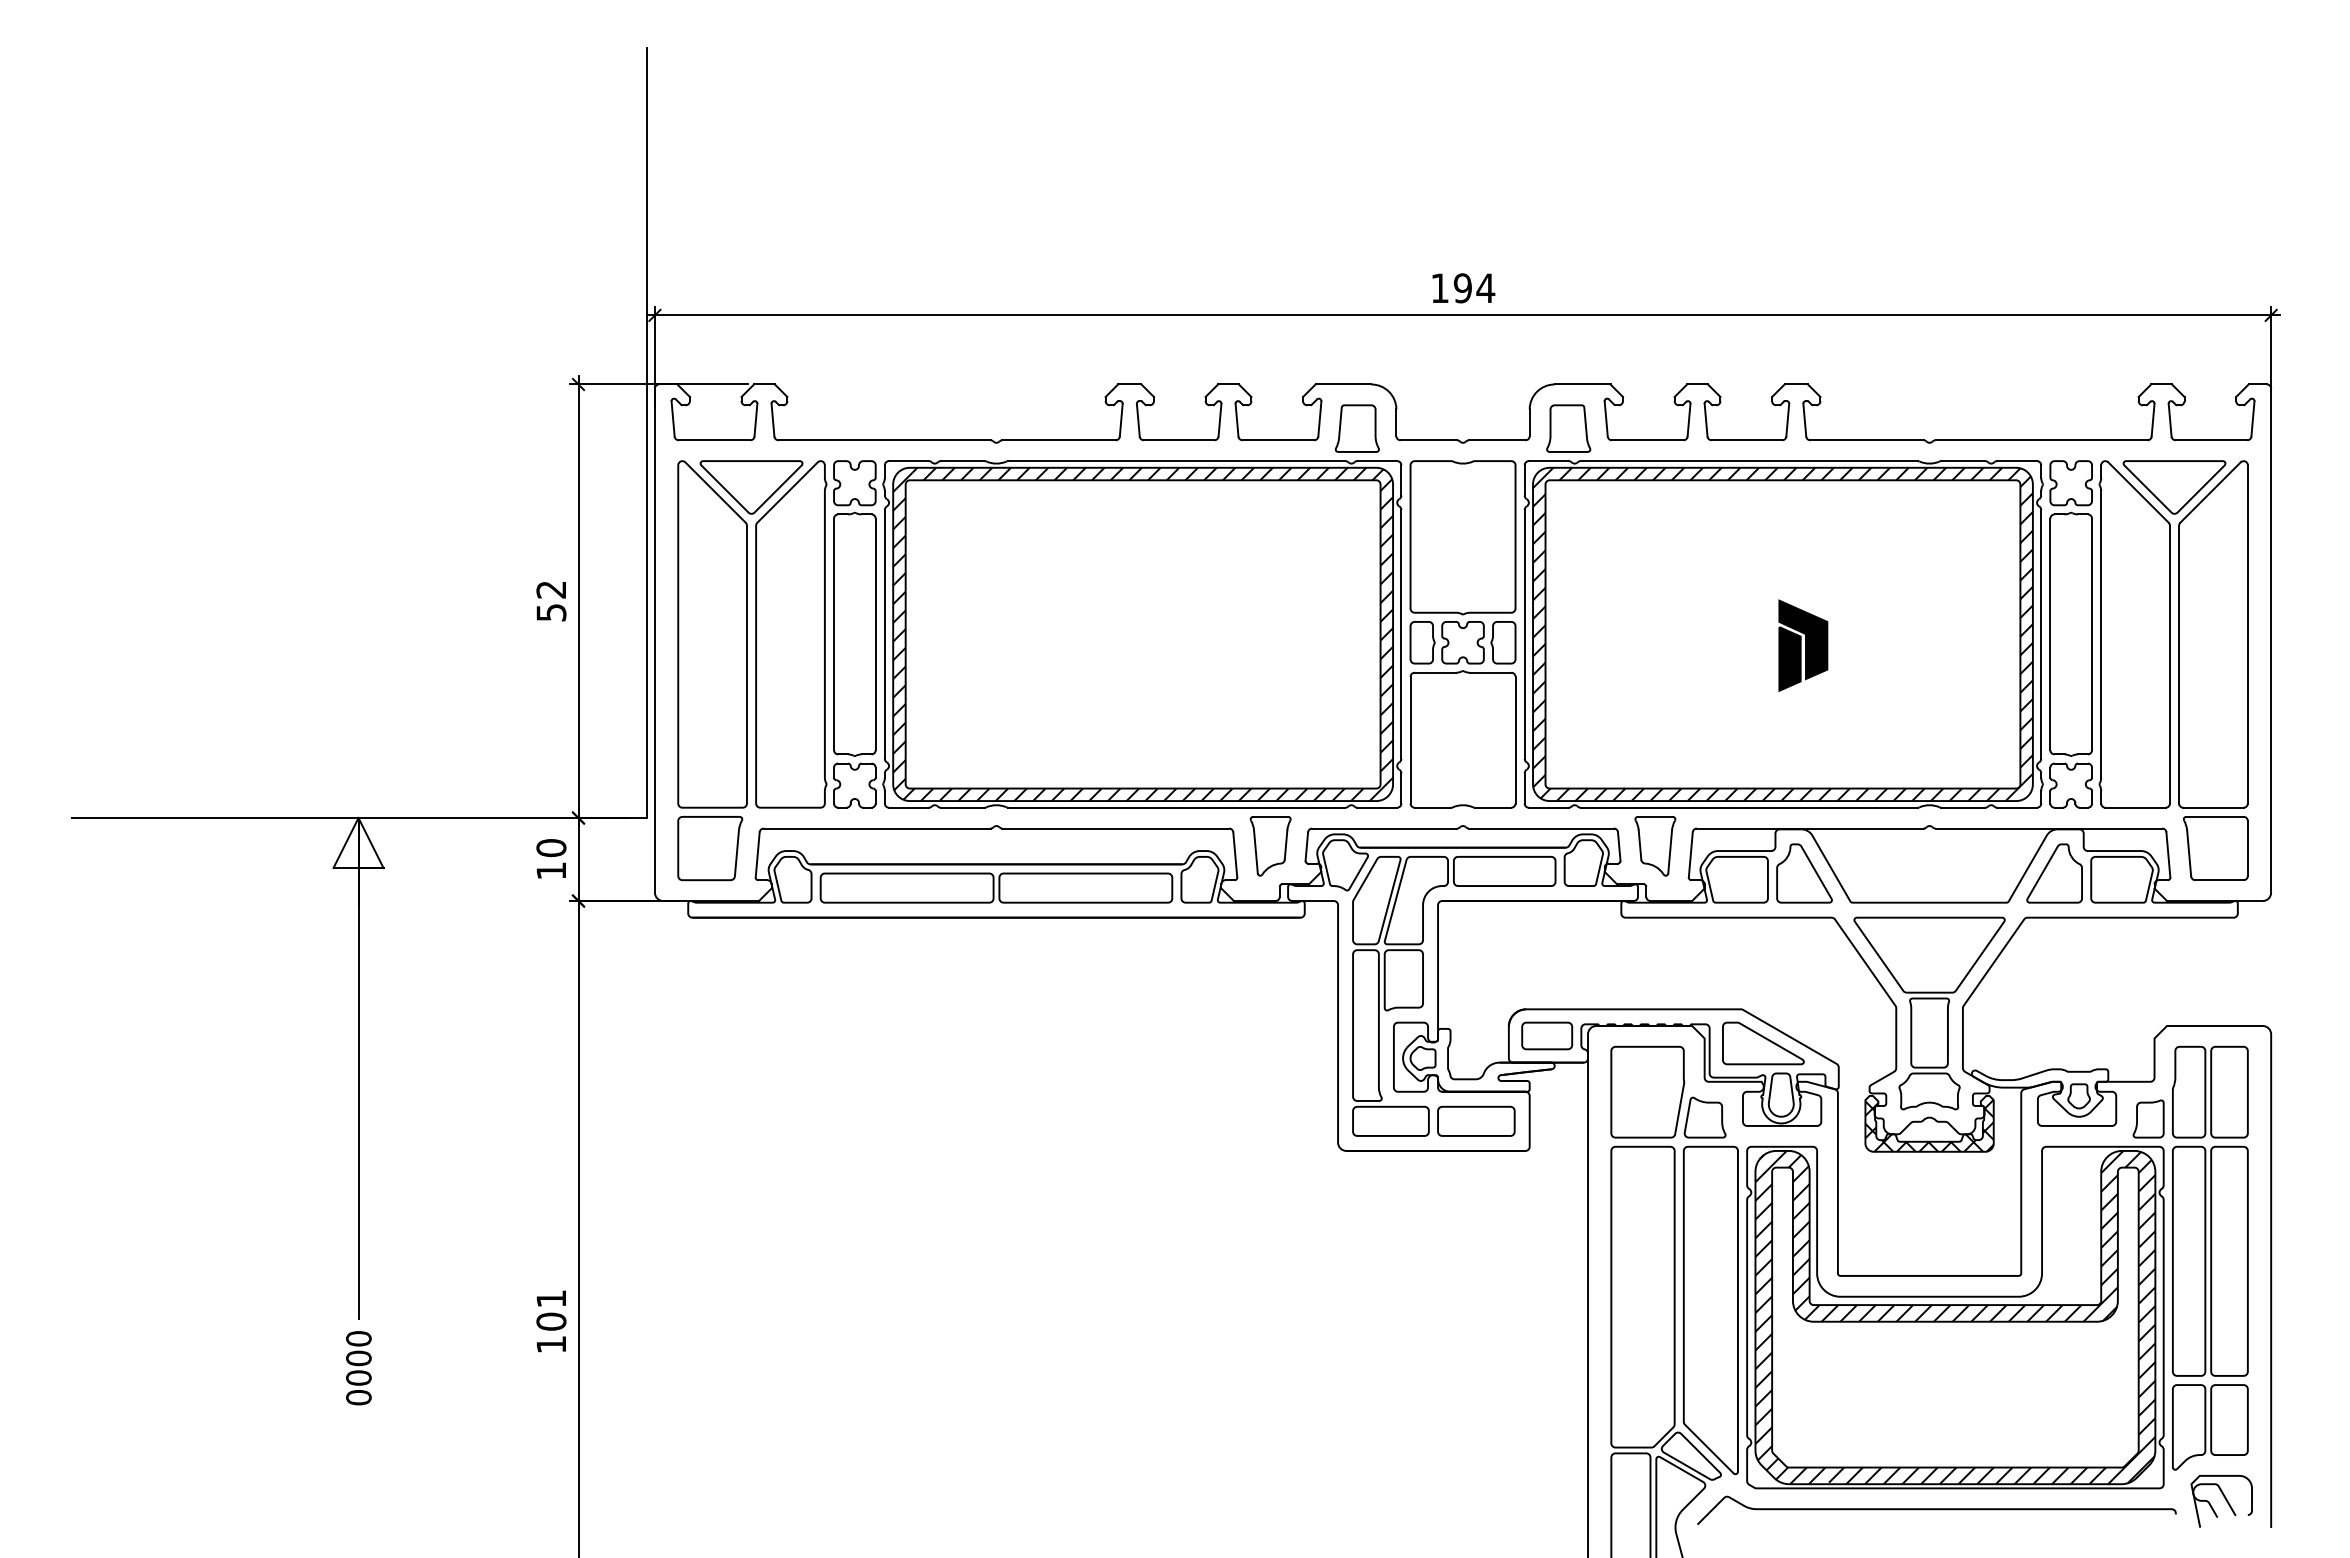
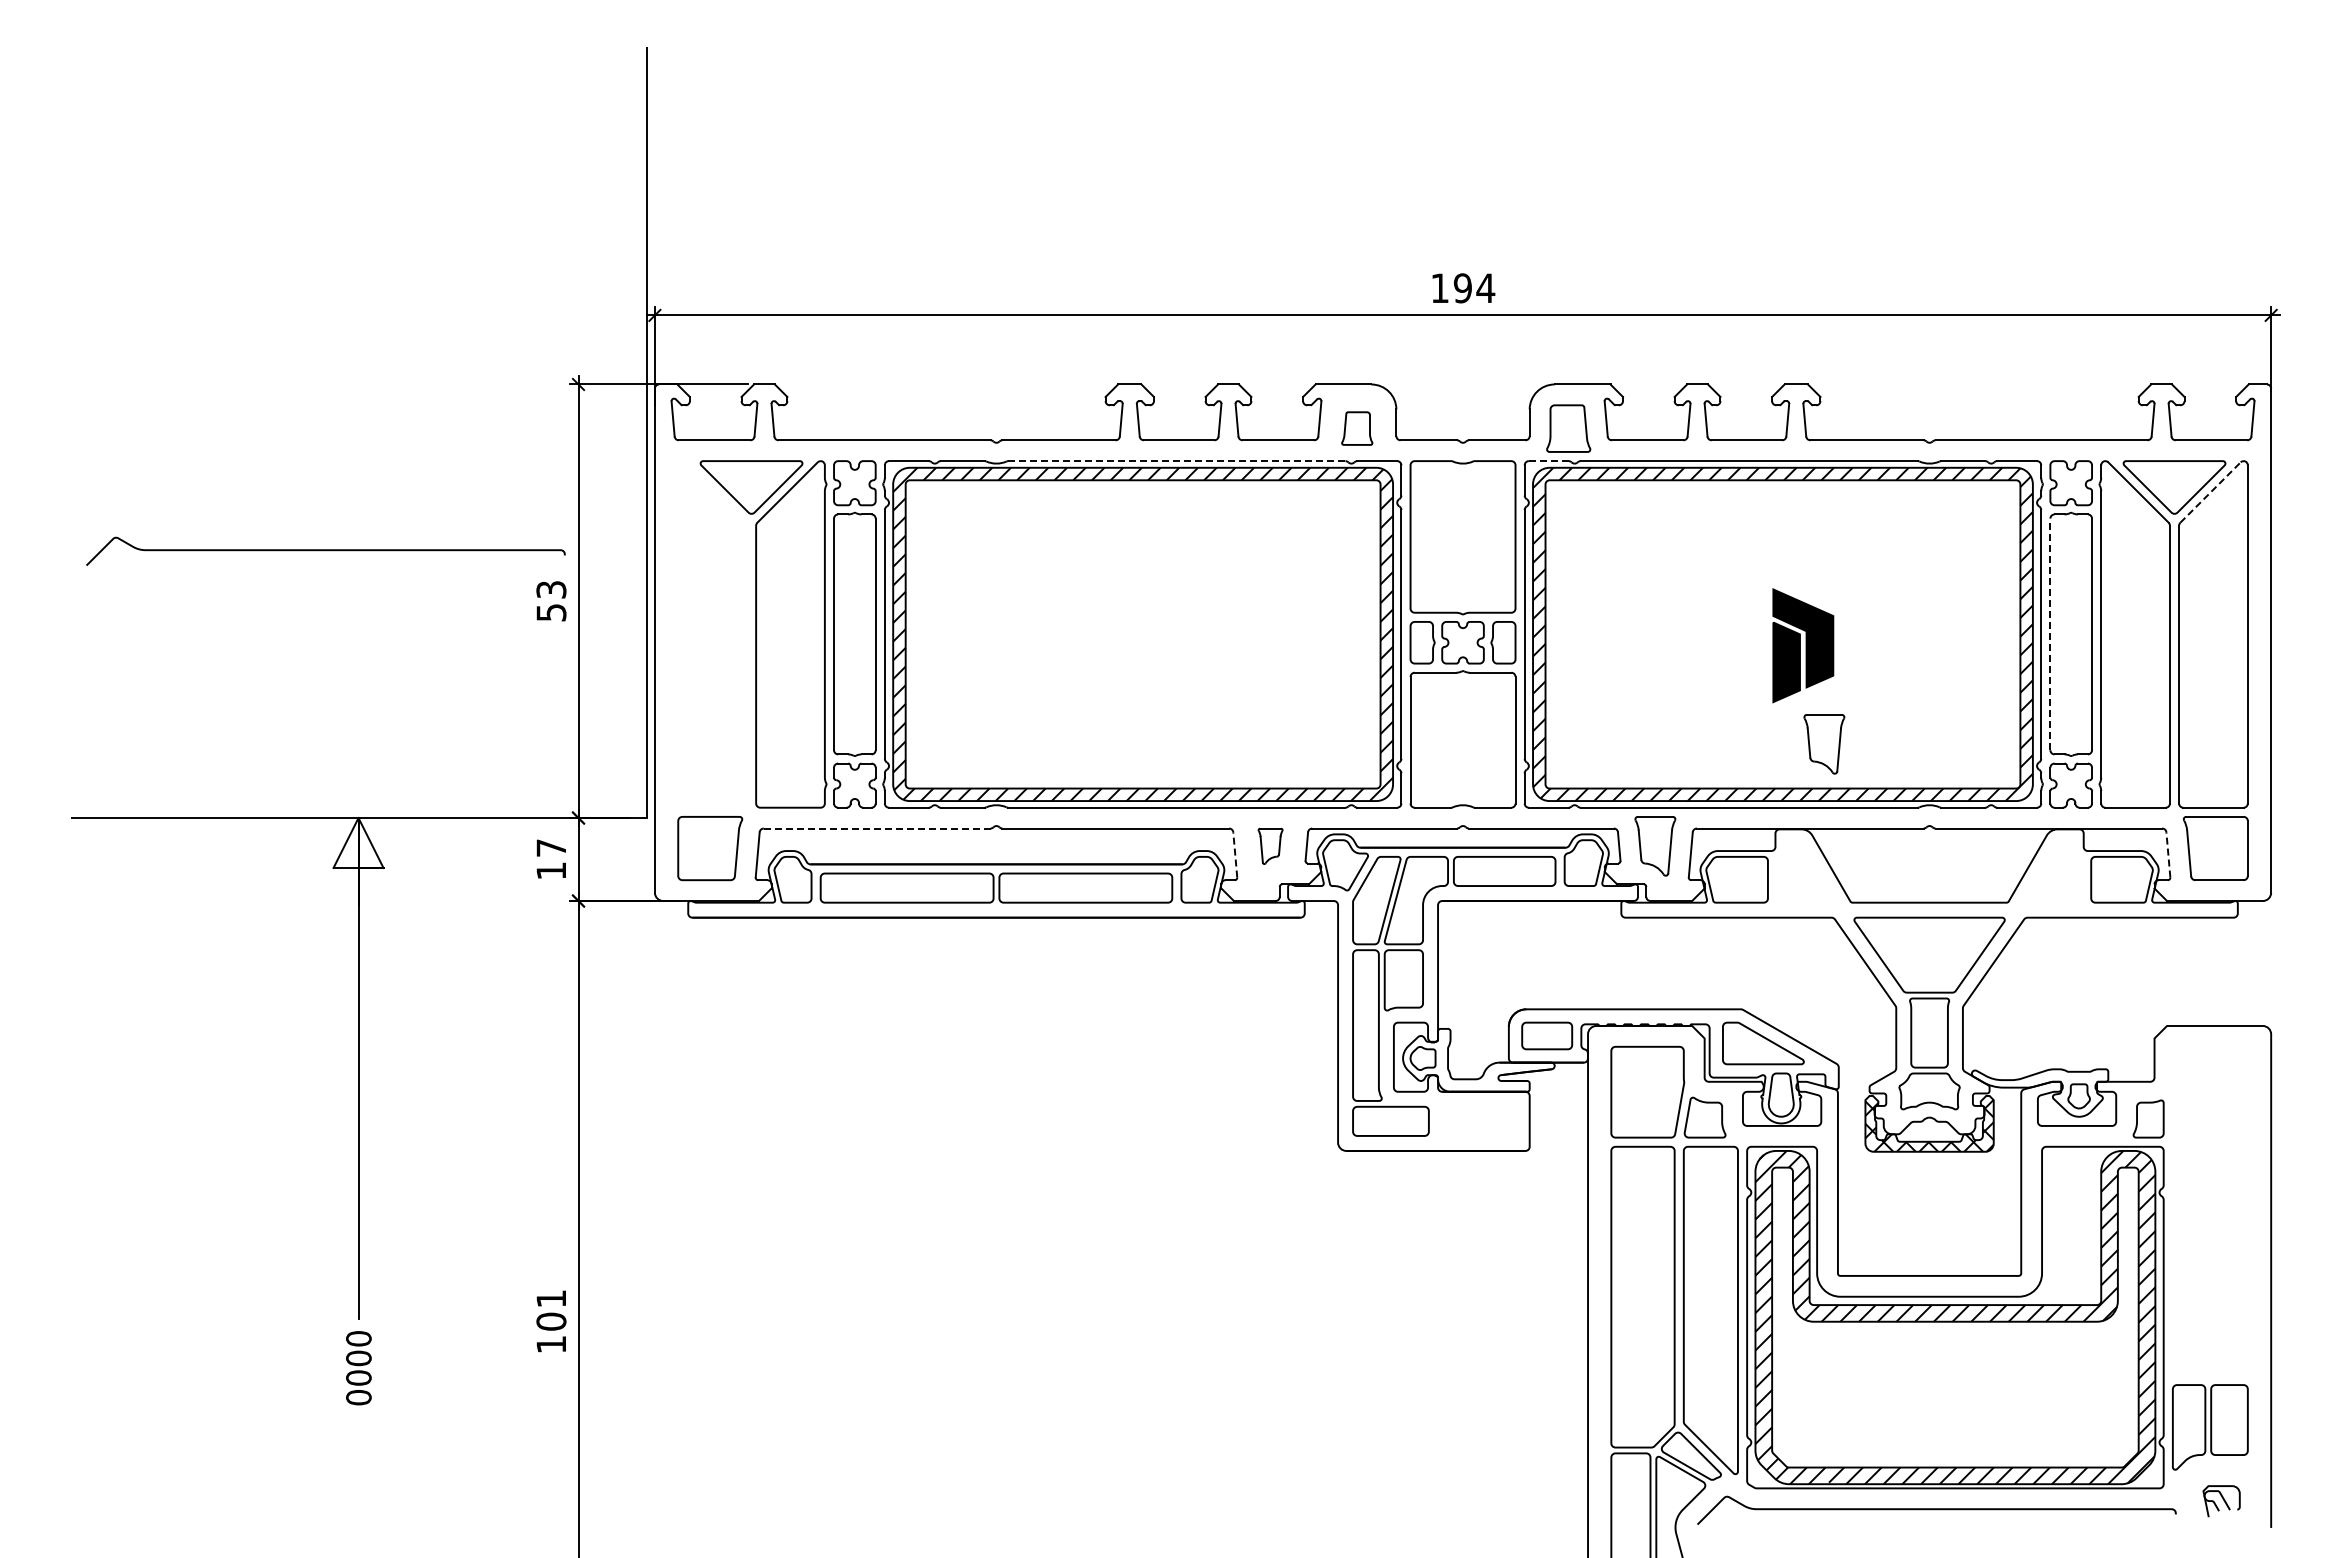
part at (1356, 428) size: 46x49 px -> 33x35 px
line at (1176, 461): solid -> dashed
line at (1548, 461): solid -> dashed
line at (2210, 492): solid -> dashed
curve at (325, 550): none -> present
text at (551, 589): 52 -> 53
part at (712, 634): present -> none
line at (2050, 634): solid -> dashed
part at (1803, 645) size: 51x93 px -> 63x116 px
part at (1824, 744): none -> present
line at (876, 828): solid -> dashed
part at (1270, 846) size: 43x61 px -> 27x38 px
text at (551, 848): 10 -> 17
line at (1235, 854): solid -> dashed
line at (2168, 854): solid -> dashed
part at (1804, 873): present -> none
part at (2054, 873): present -> none
part at (1476, 1120): present -> none
part at (2210, 1210): present -> none
part at (2221, 1501) size: 63x53 px -> 39x33 px
